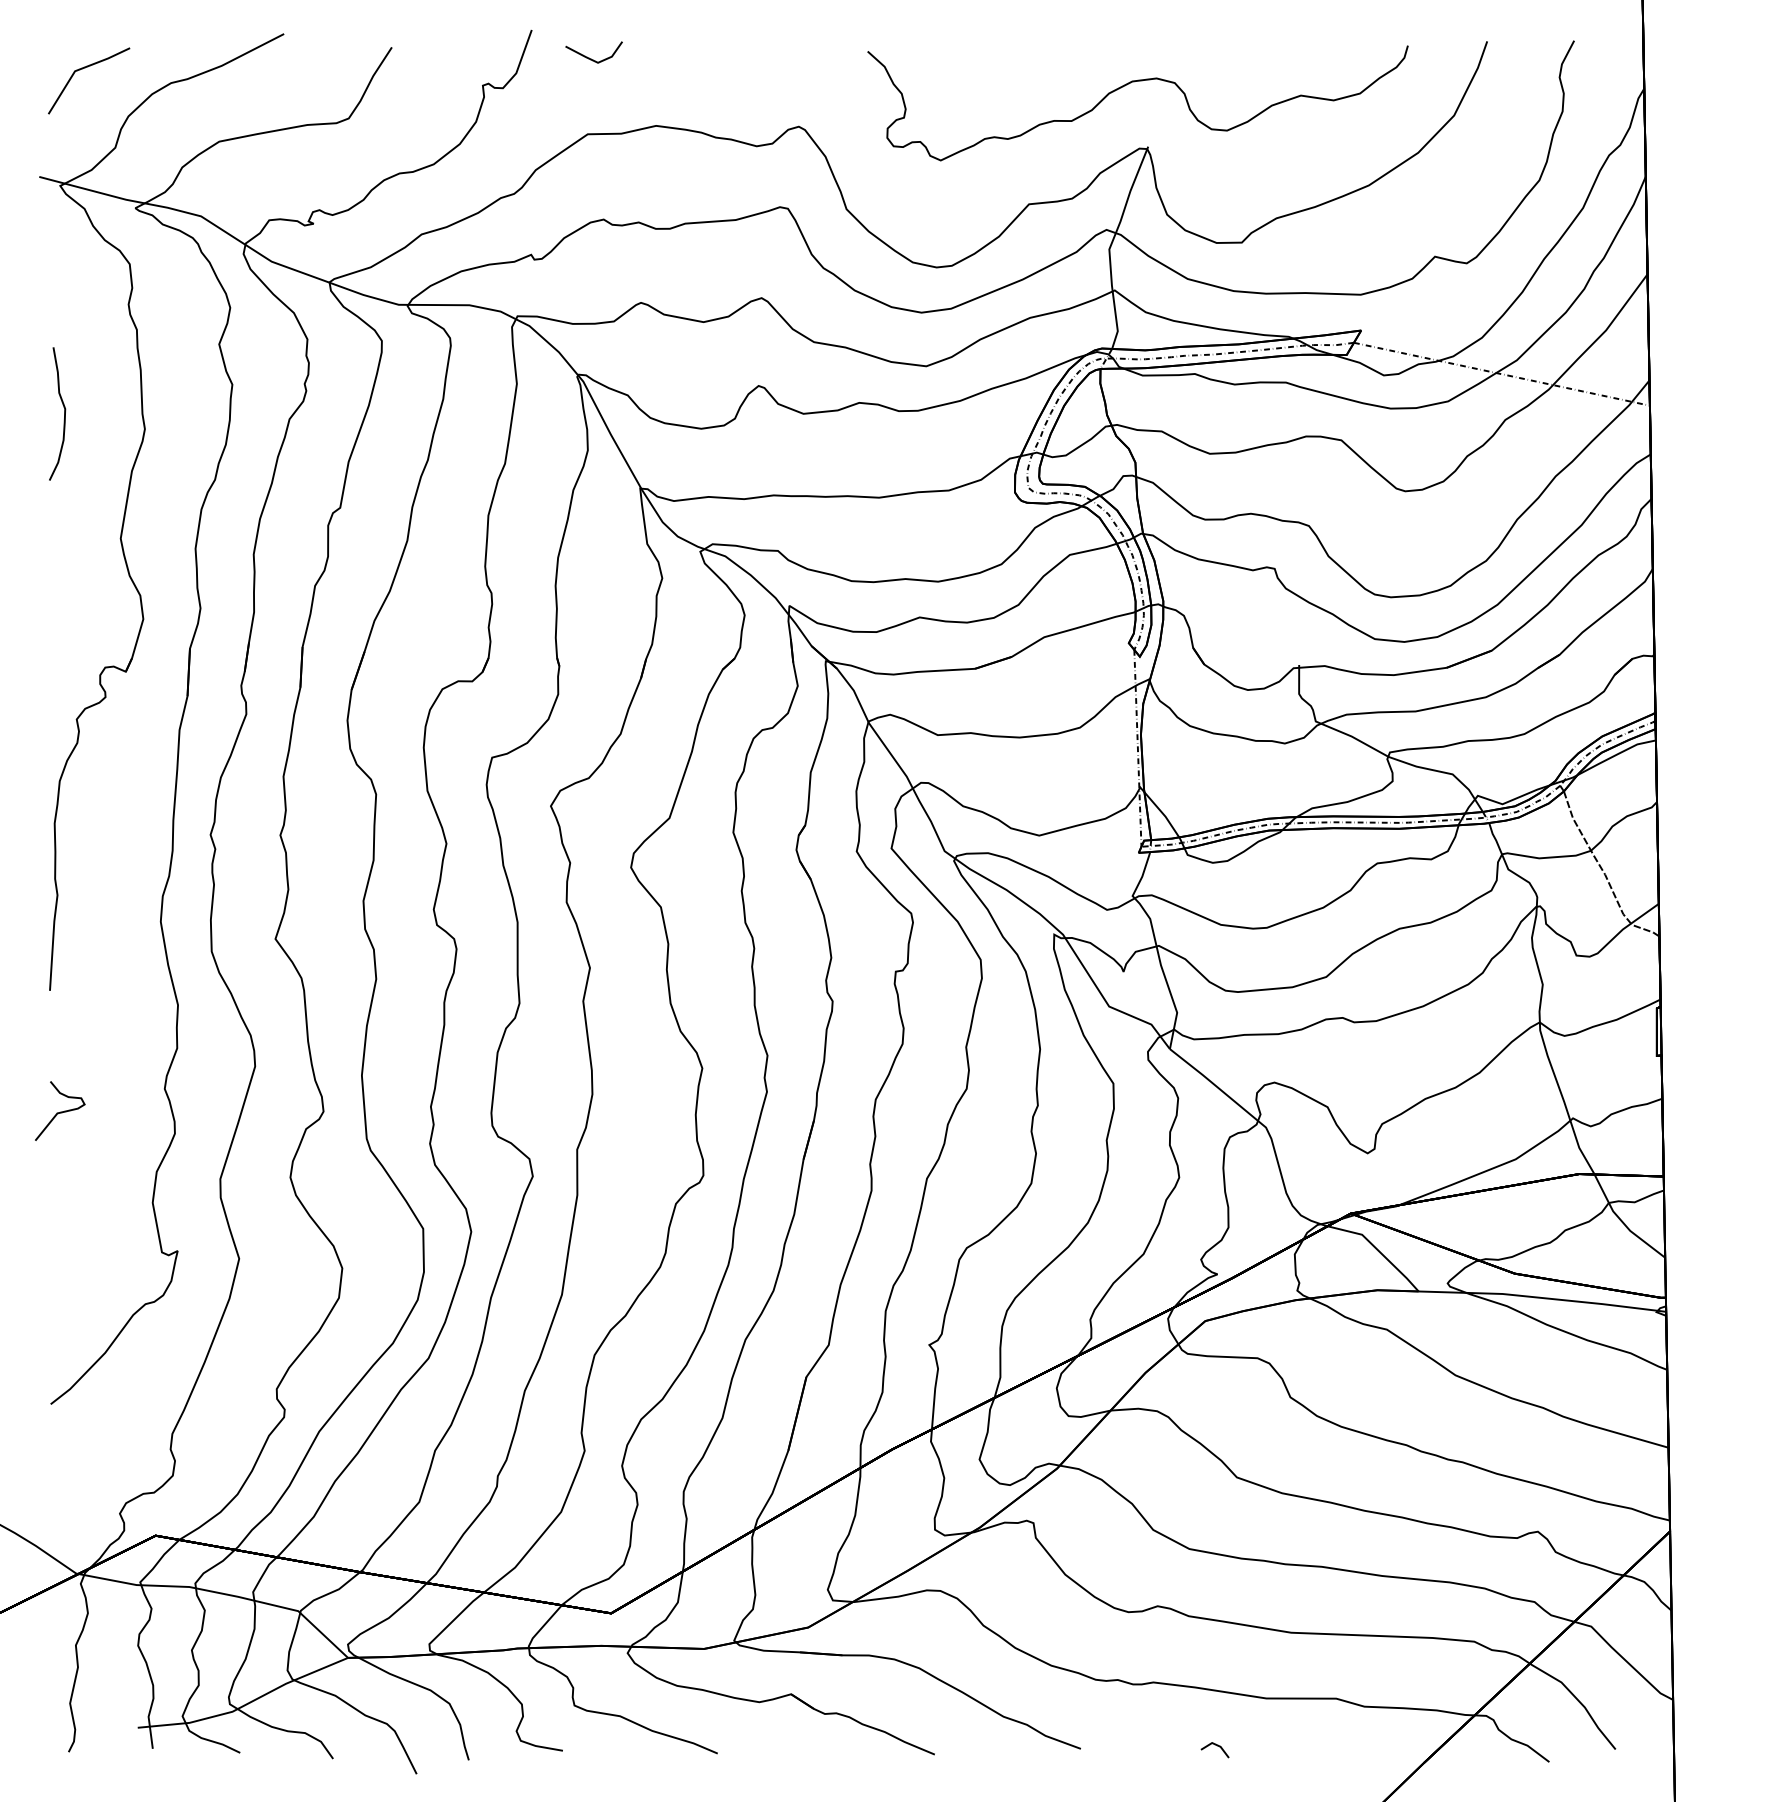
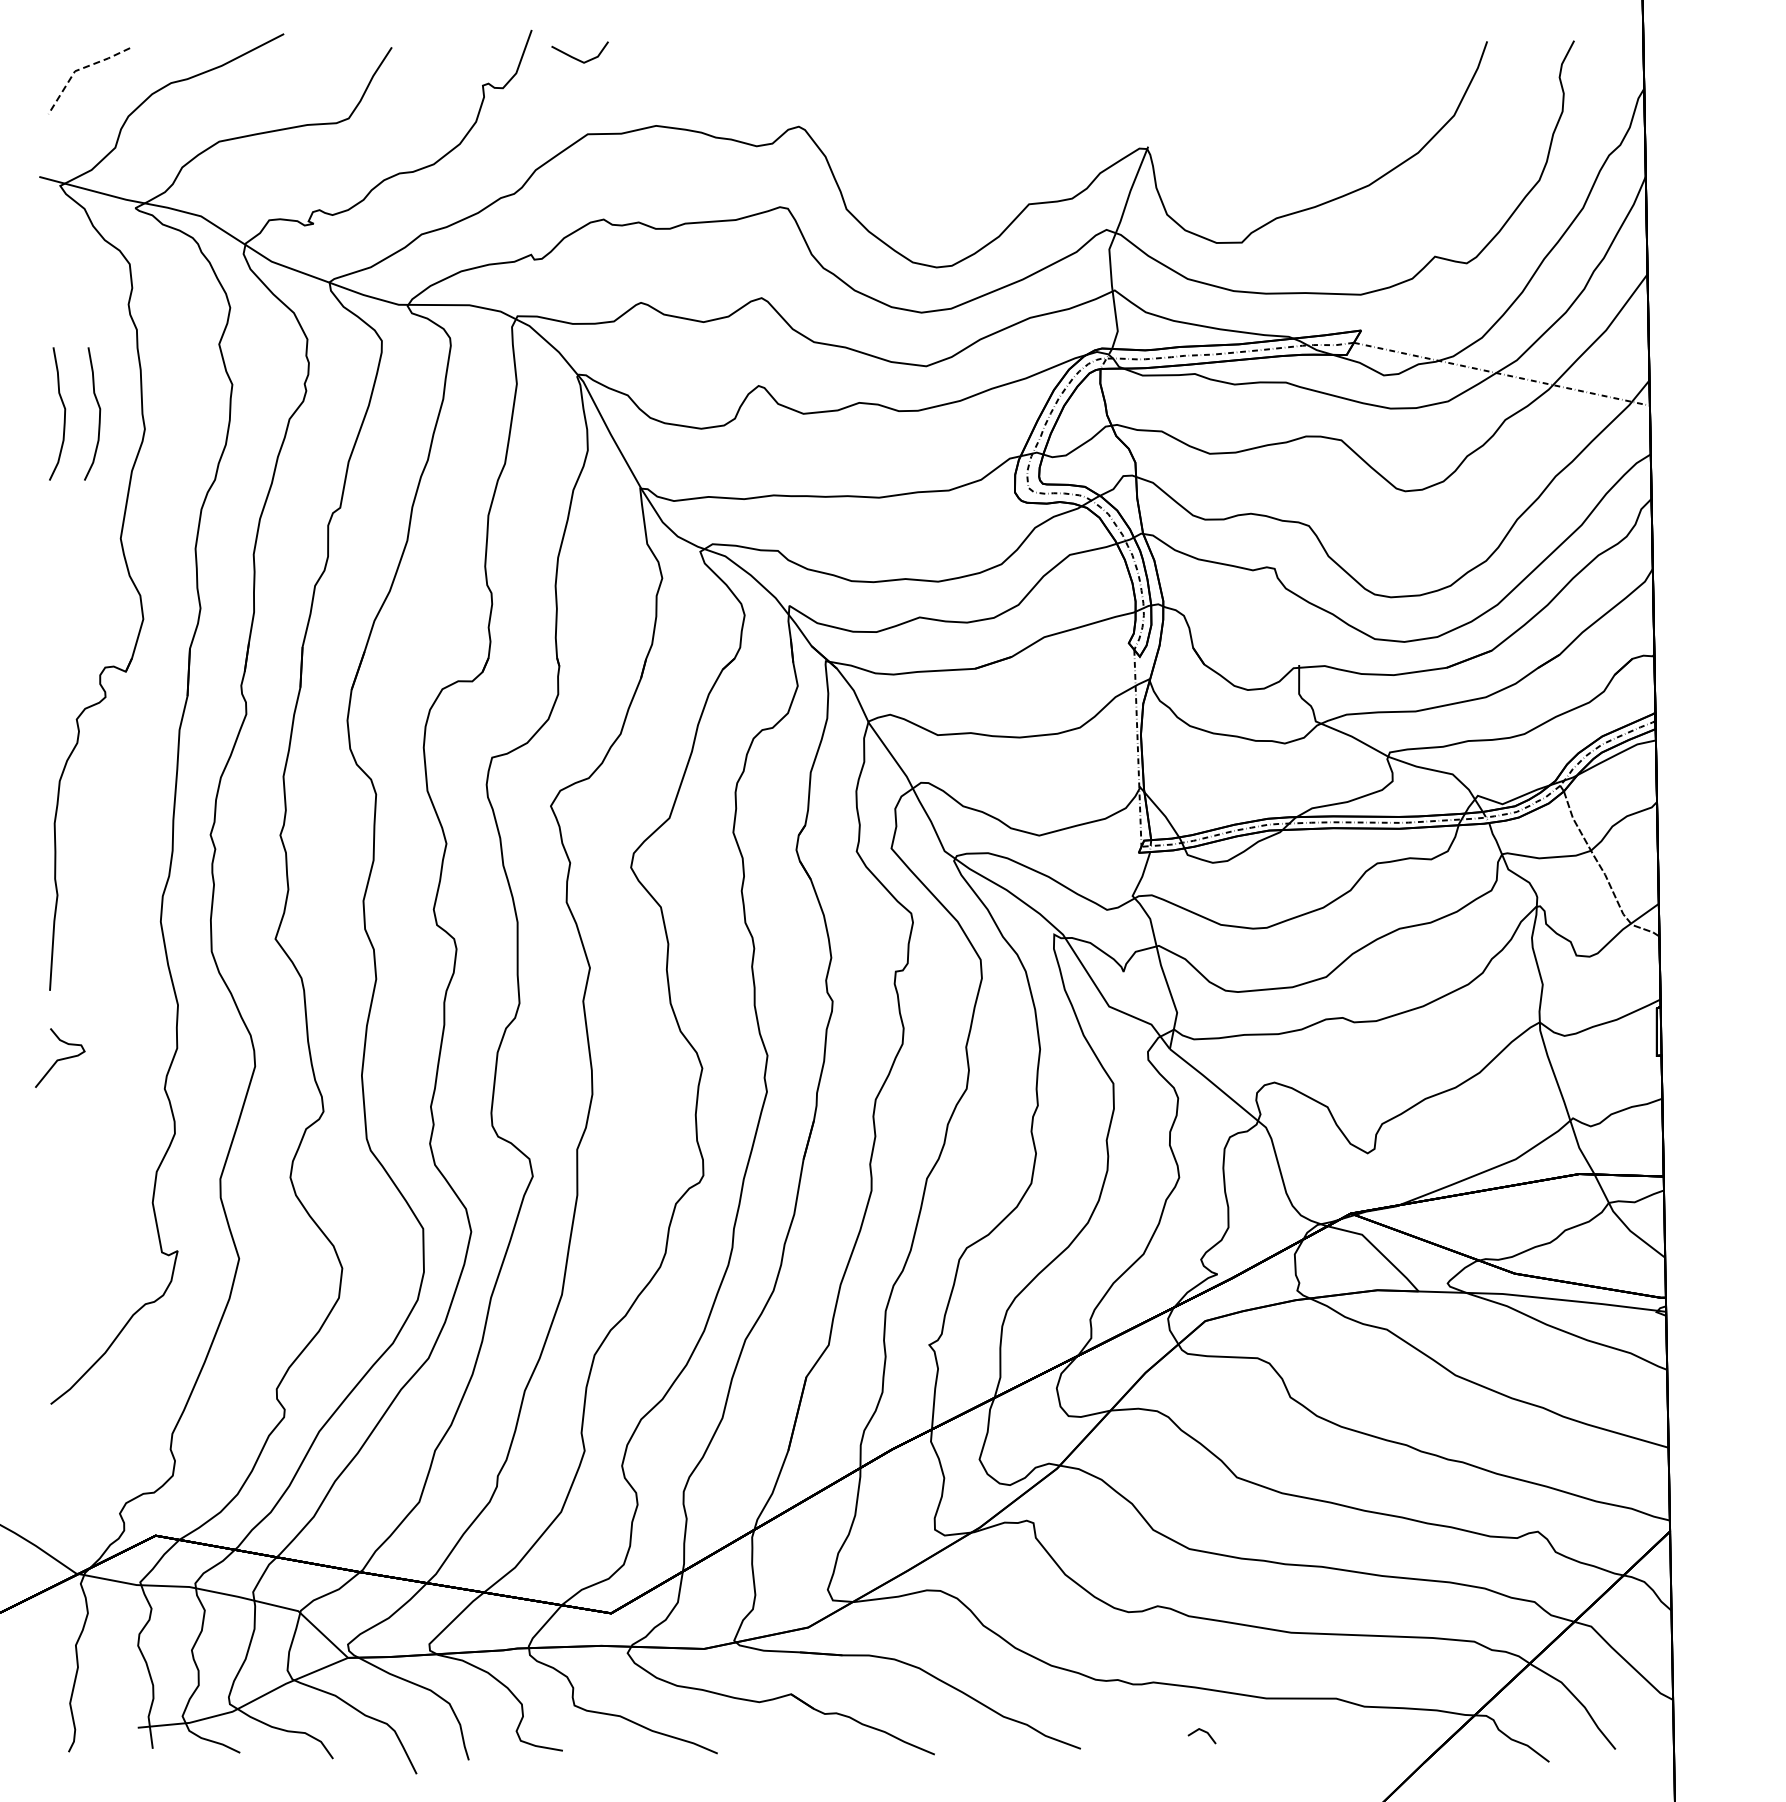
line at (591, 58) position: (591, 58) -> (577, 58)
line at (79, 69): solid -> dashed
curve at (1127, 85): present -> none
curve at (99, 413): none -> present
curve at (60, 1111) position: (60, 1111) -> (60, 1058)
line at (1214, 1745) position: (1214, 1745) -> (1201, 1731)
